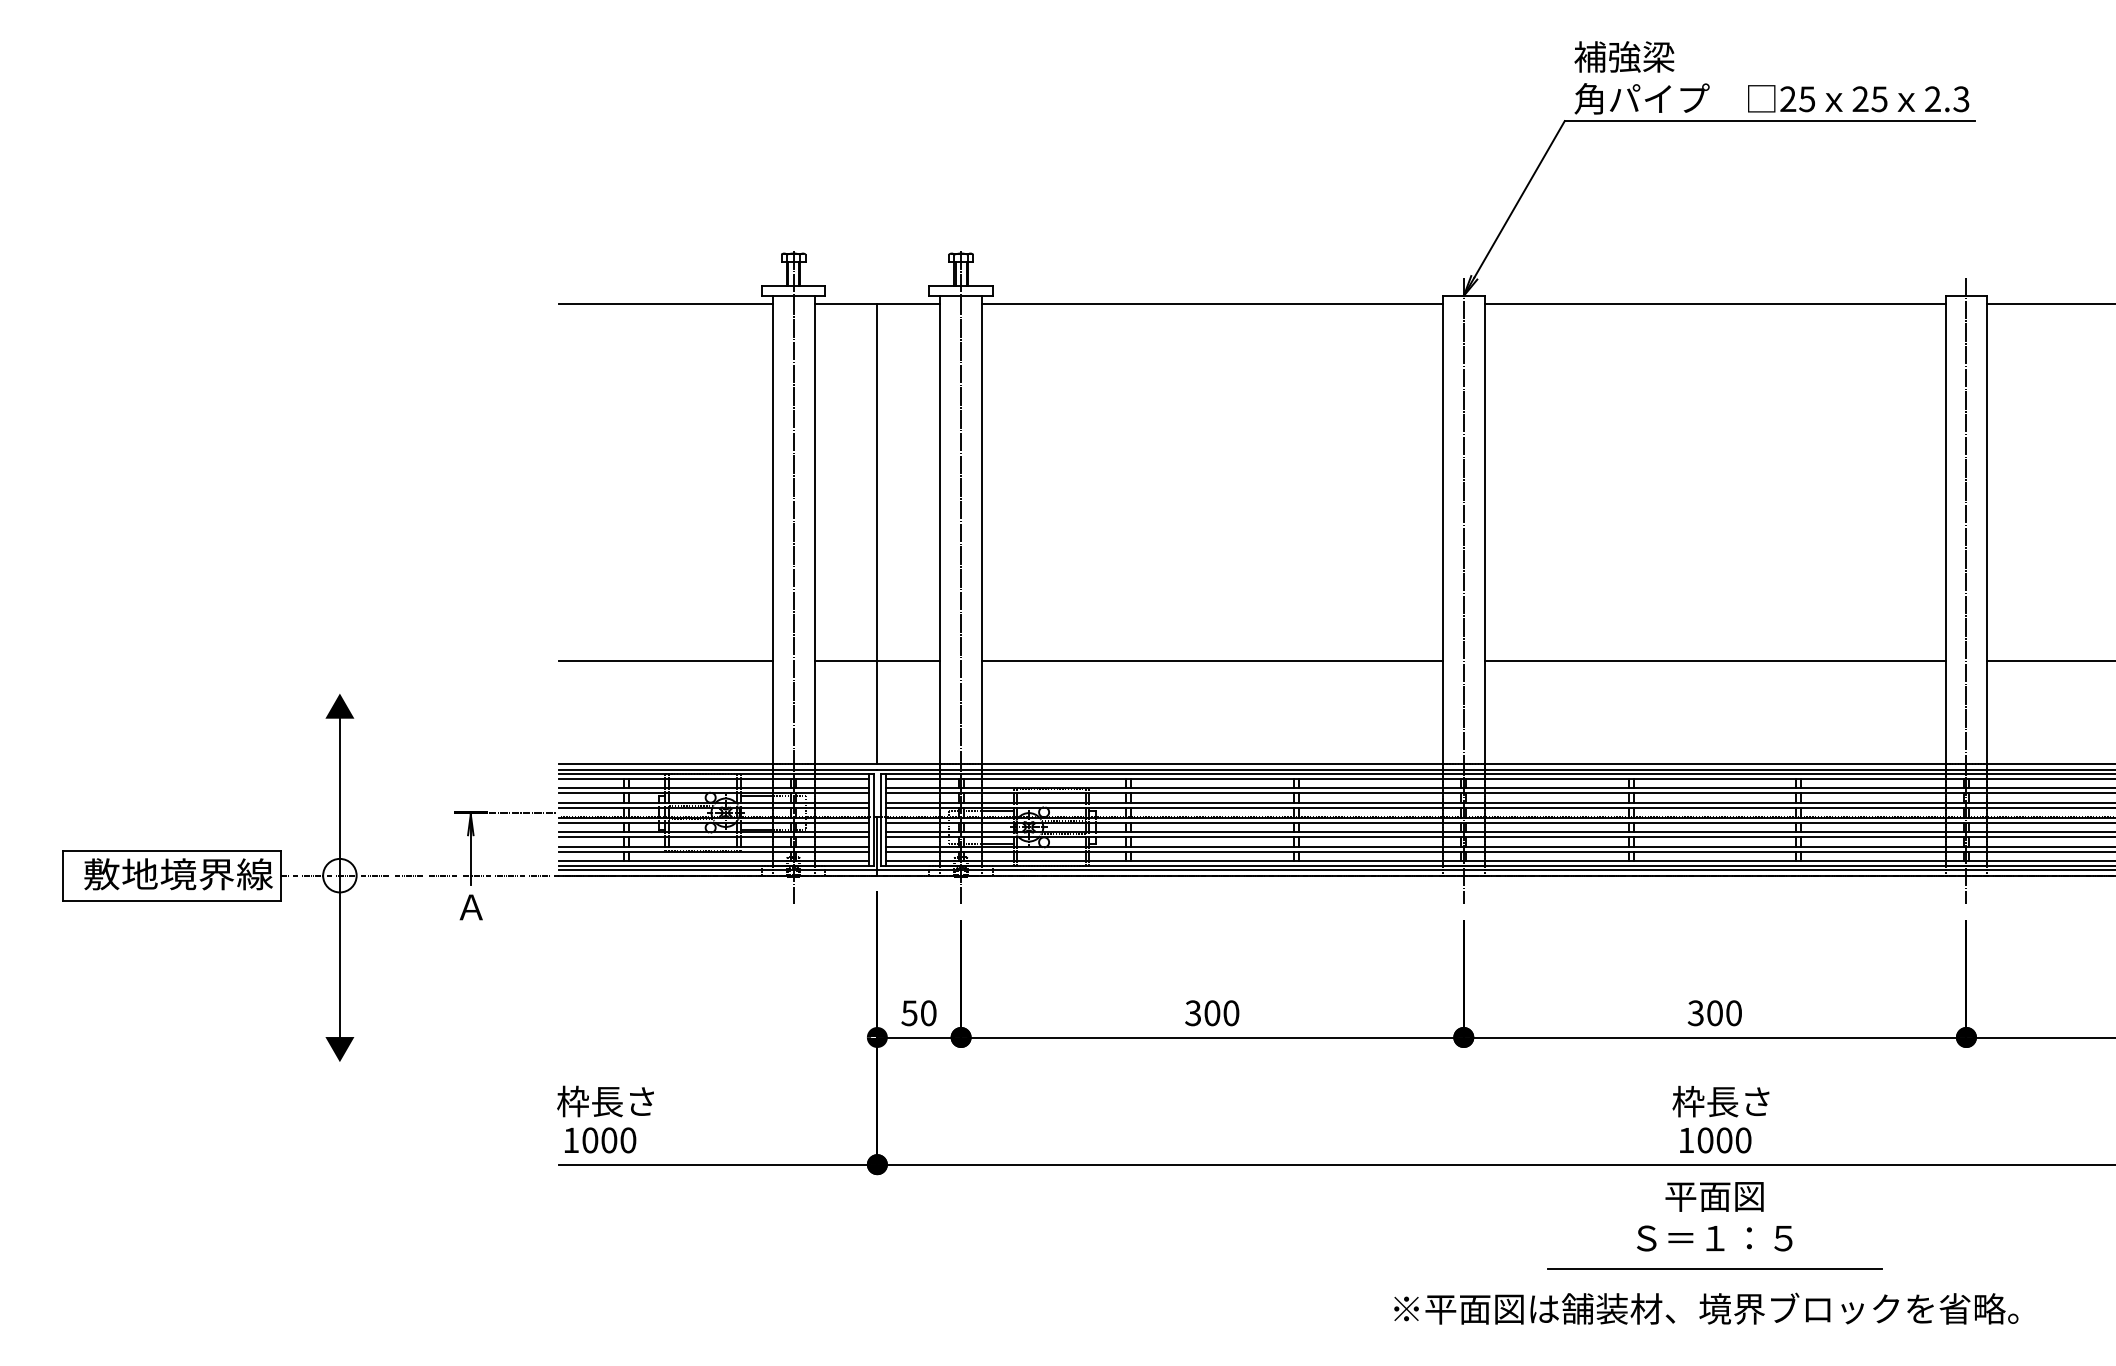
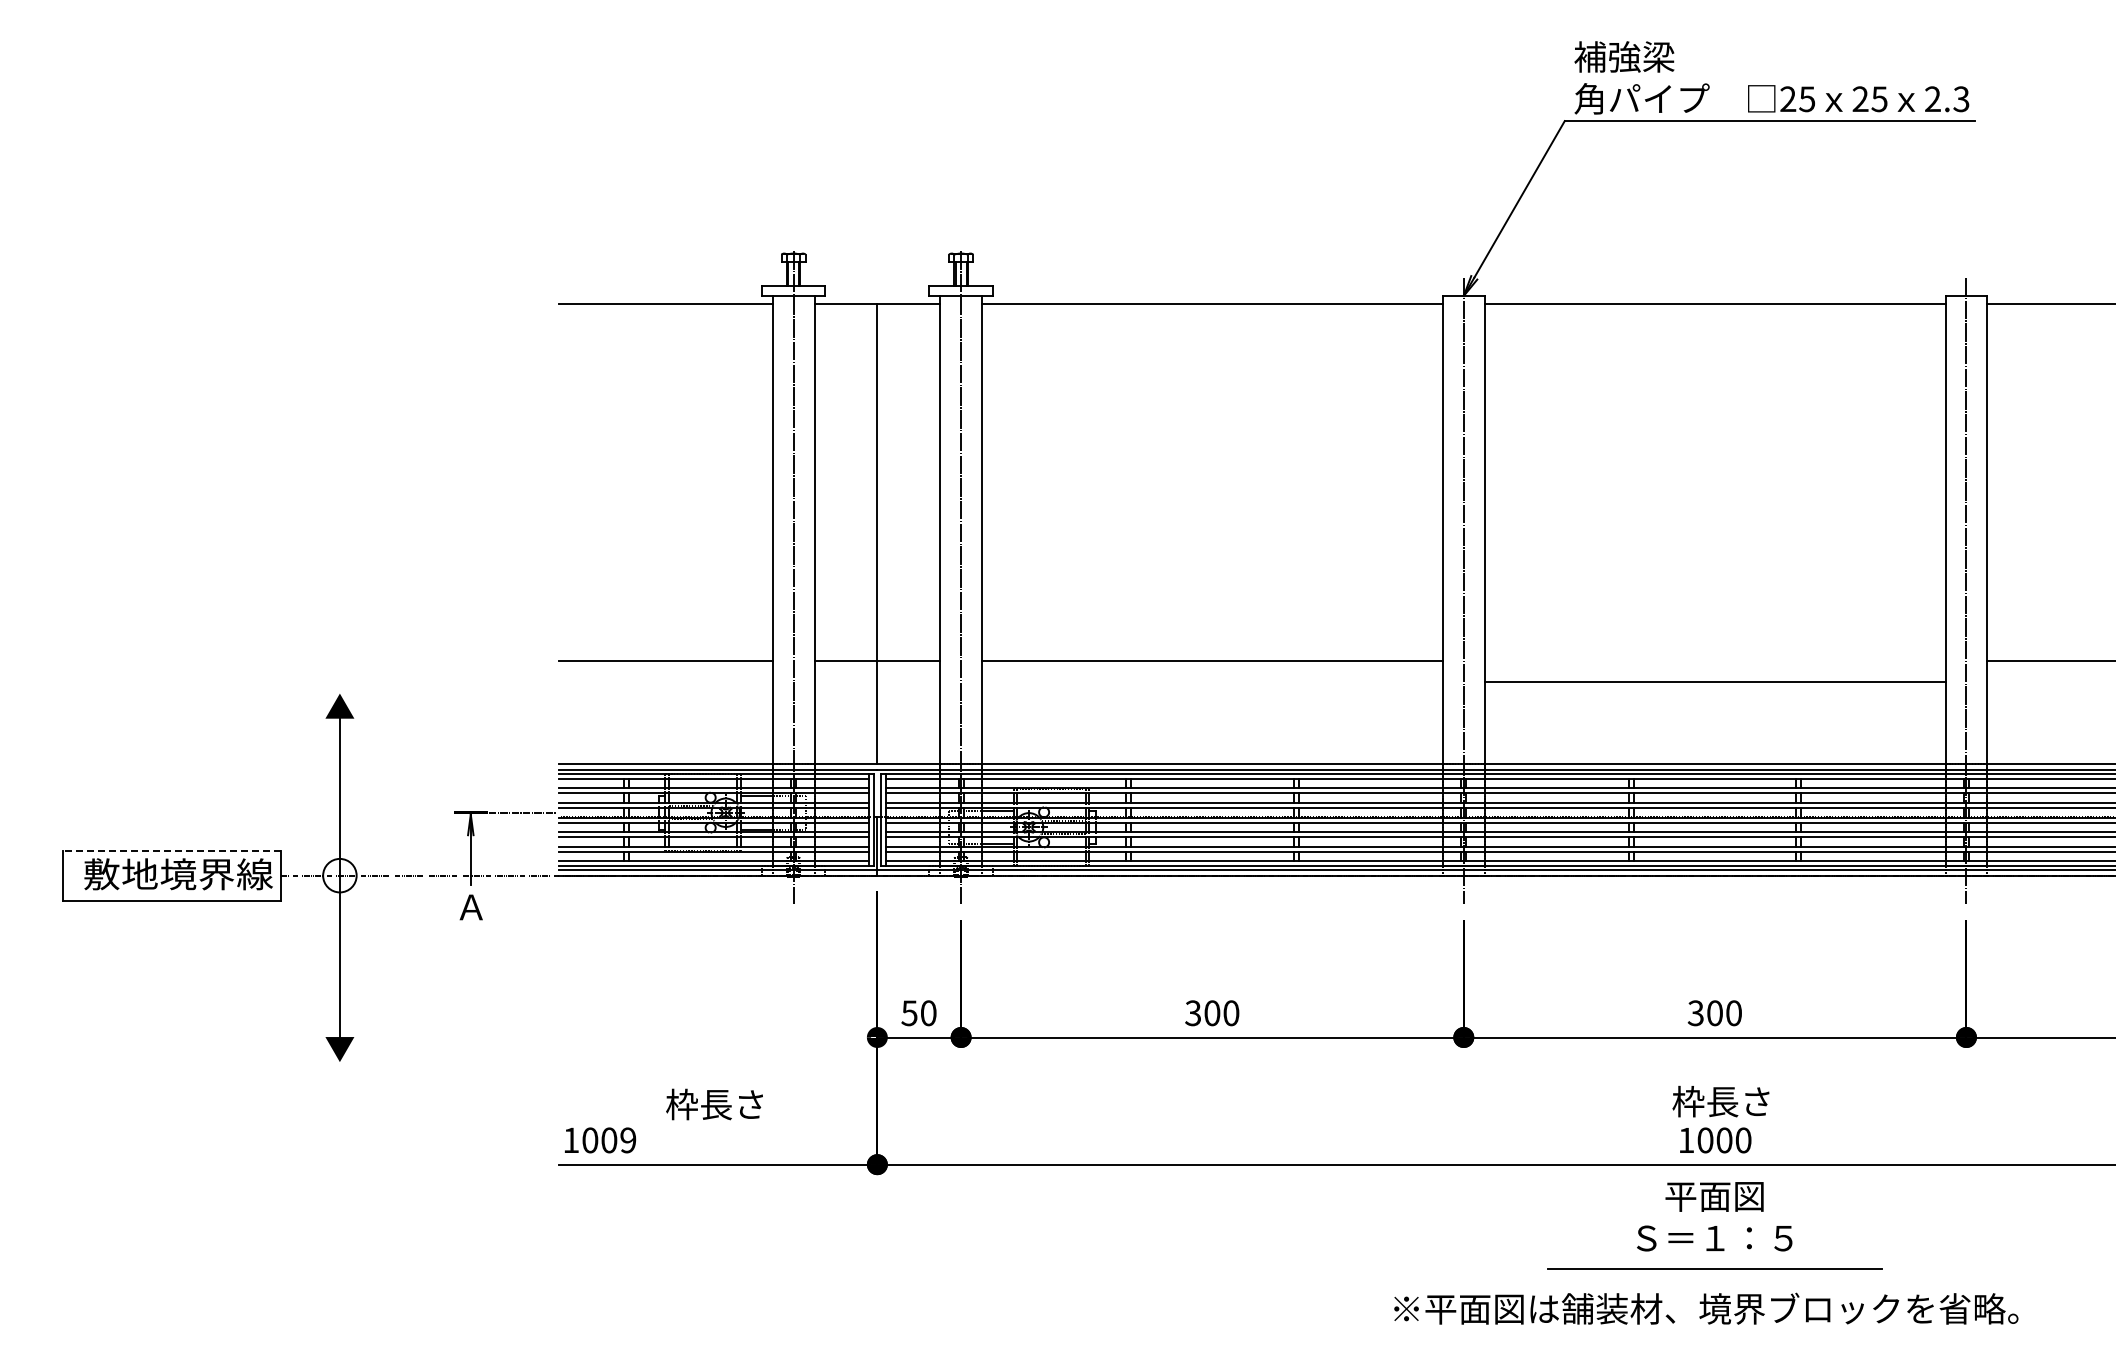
line at (1714, 660) position: (1714, 660) -> (1714, 681)
line at (172, 850): solid -> dashed
text at (605, 1101) position: (605, 1101) -> (714, 1104)
text at (628, 1140): 1000 -> 1009
